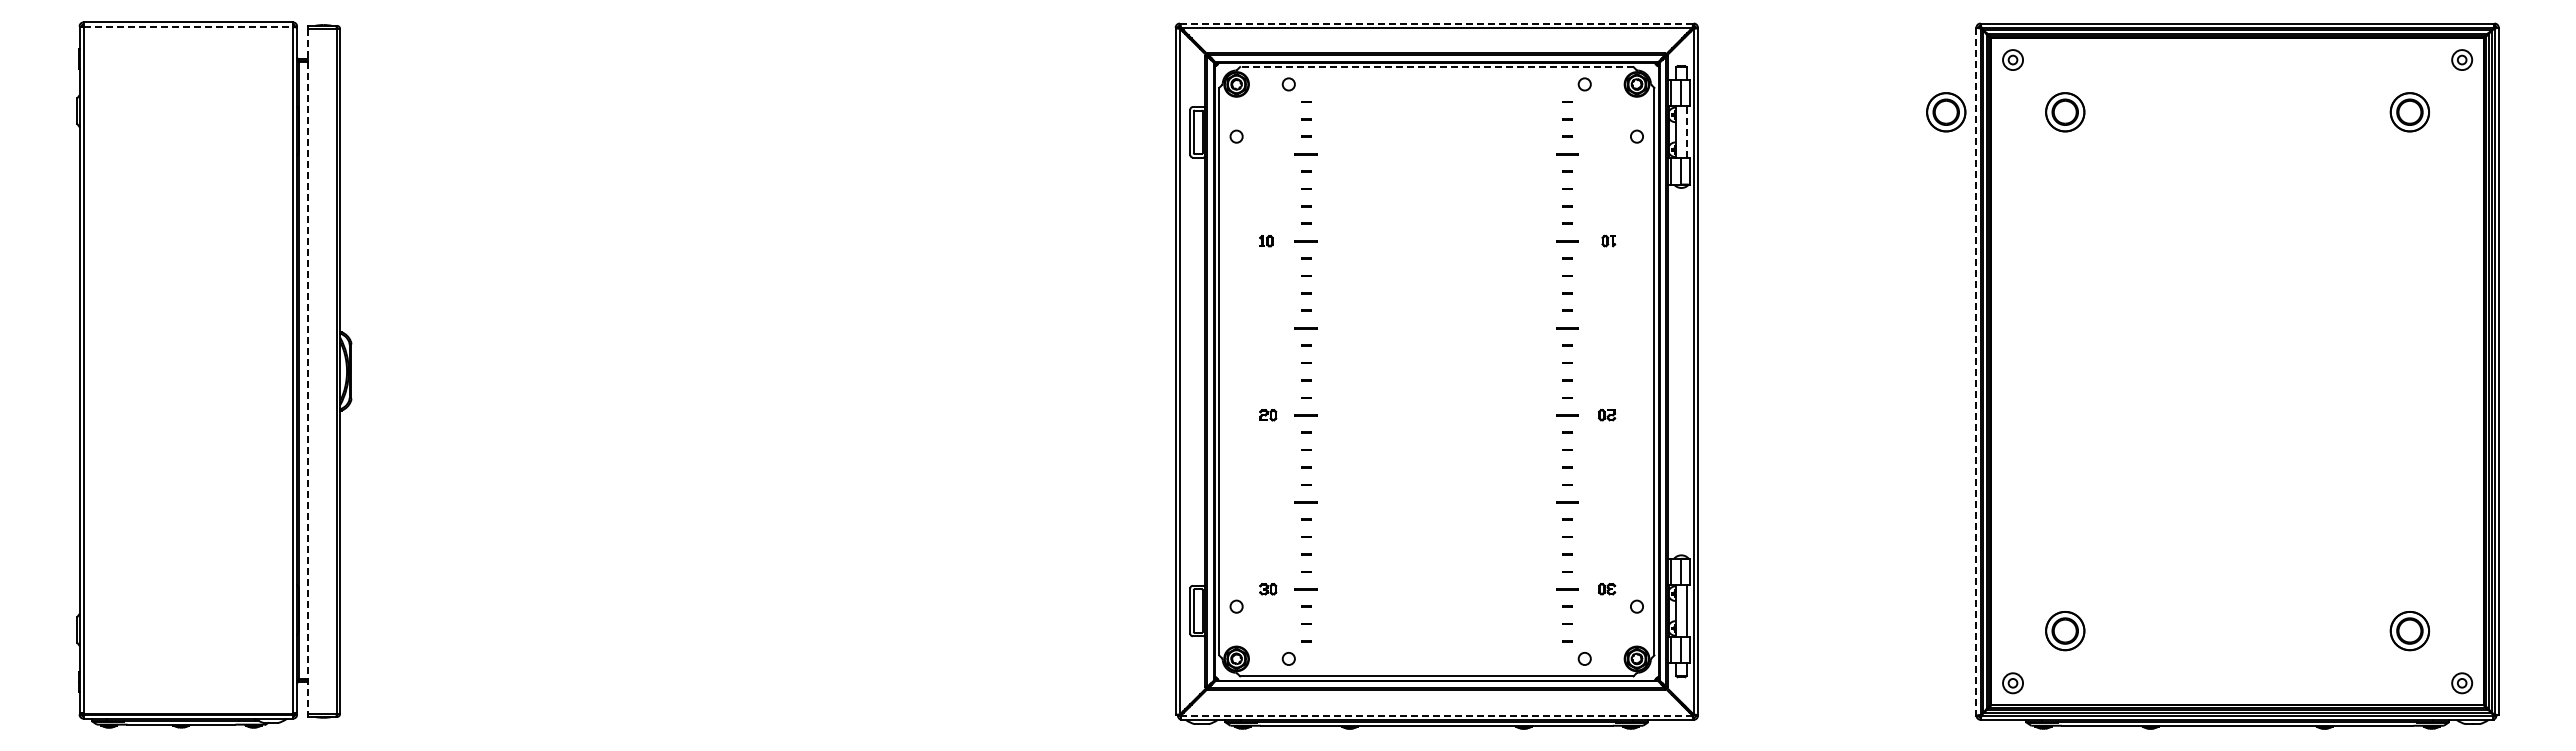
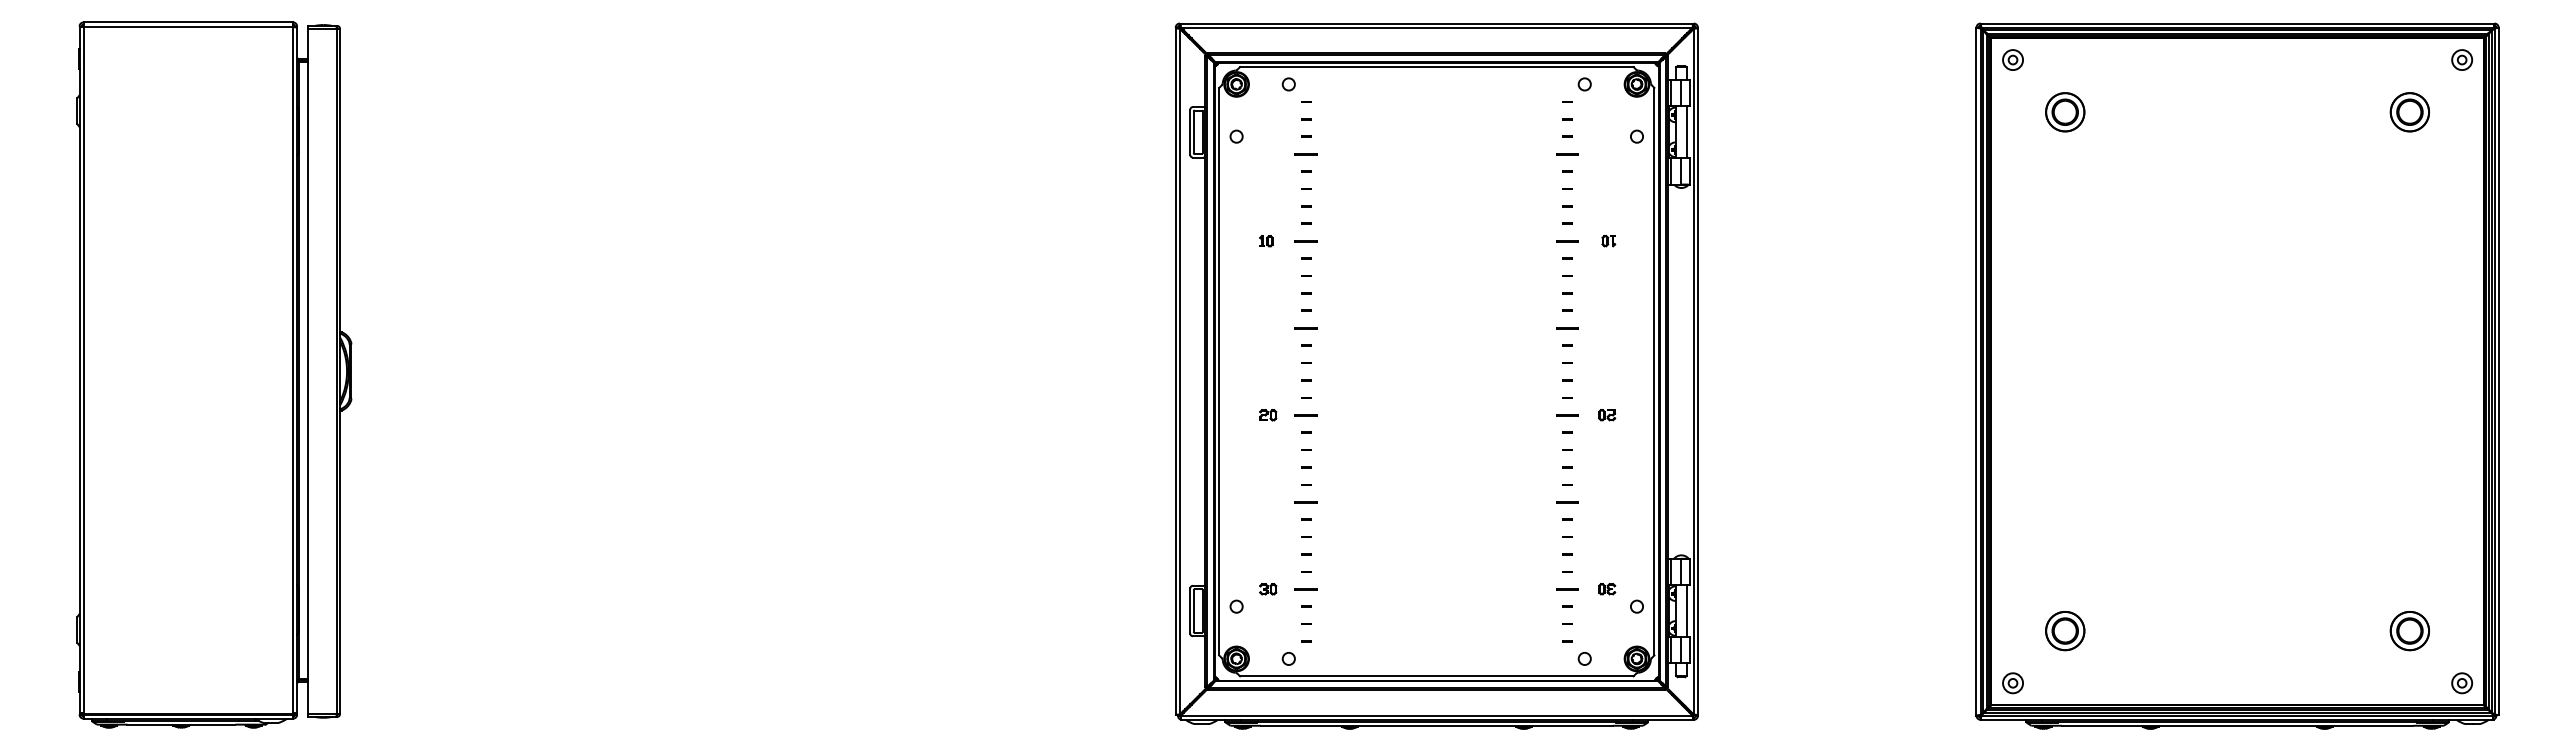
line at (1437, 23): dashed -> solid
line at (188, 26): dashed -> solid
line at (1436, 67): dashed -> solid
part at (1946, 112): present -> none
line at (1686, 131): dashed -> solid
line at (307, 371): dashed -> solid
line at (1976, 371): dashed -> solid
line at (1436, 715): dashed -> solid
